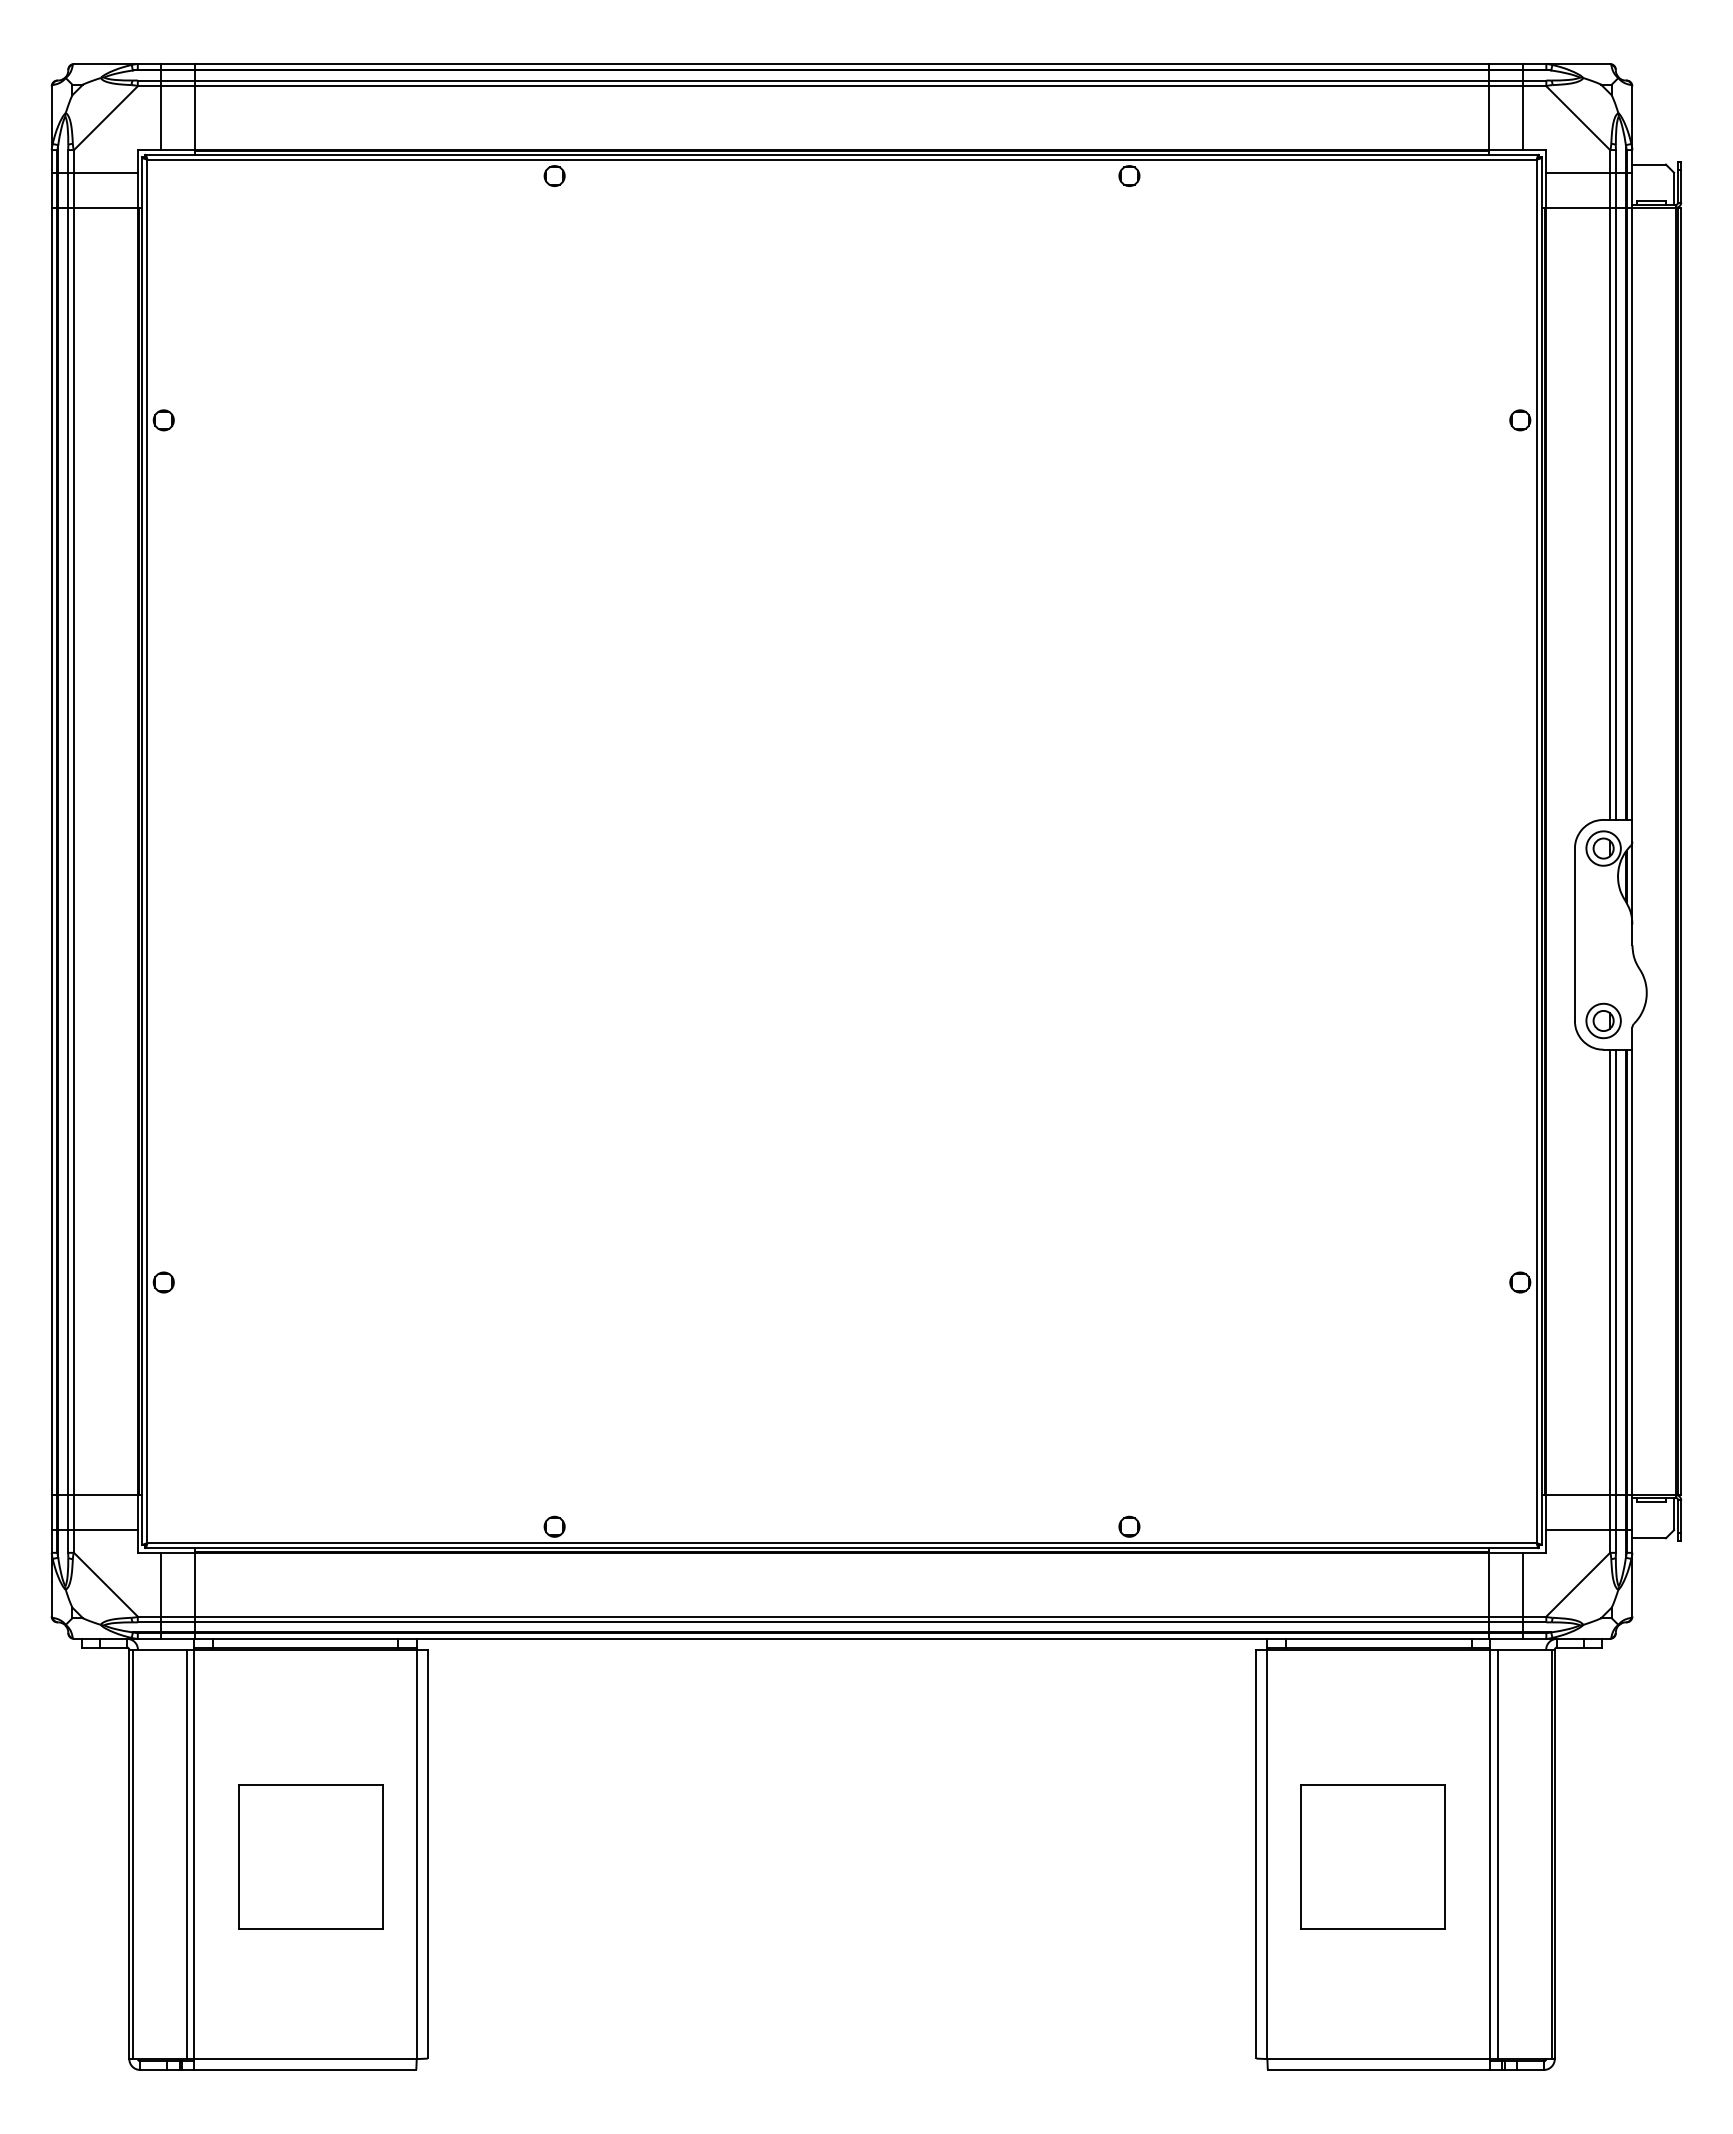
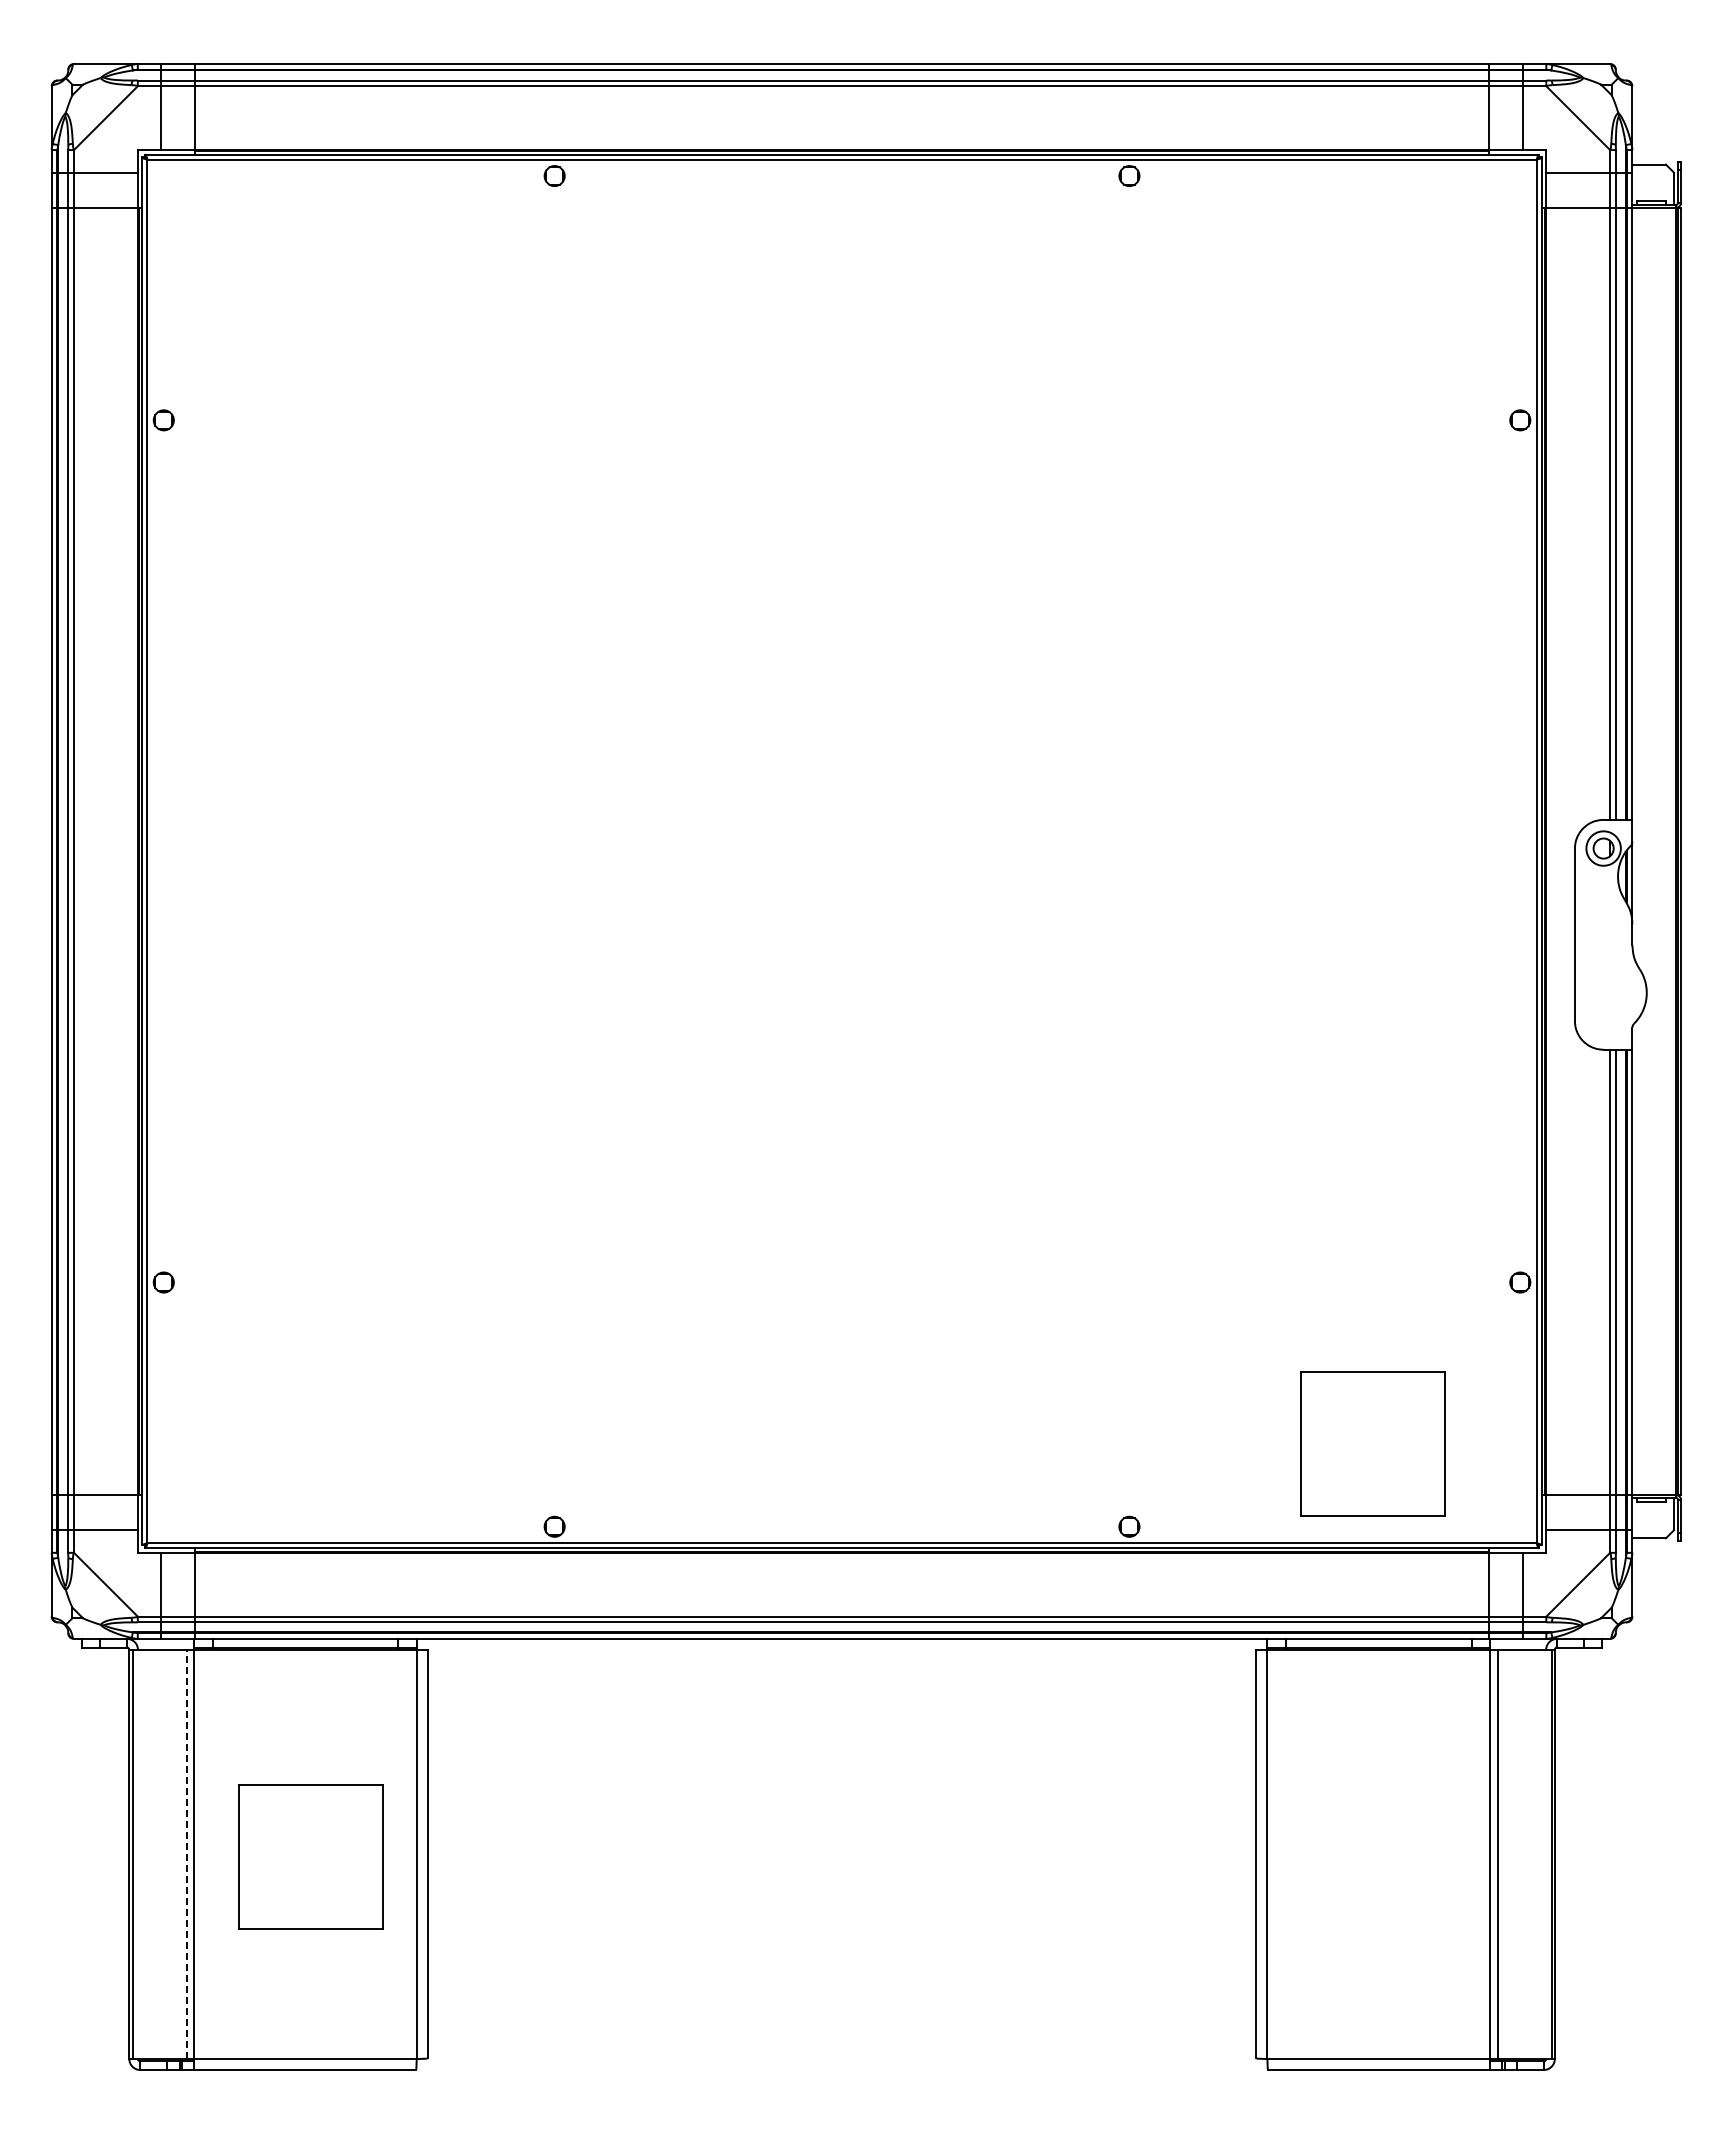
part at (1603, 1020): present -> none
line at (186, 1854): solid -> dashed
part at (1372, 1856) position: (1372, 1856) -> (1372, 1443)
